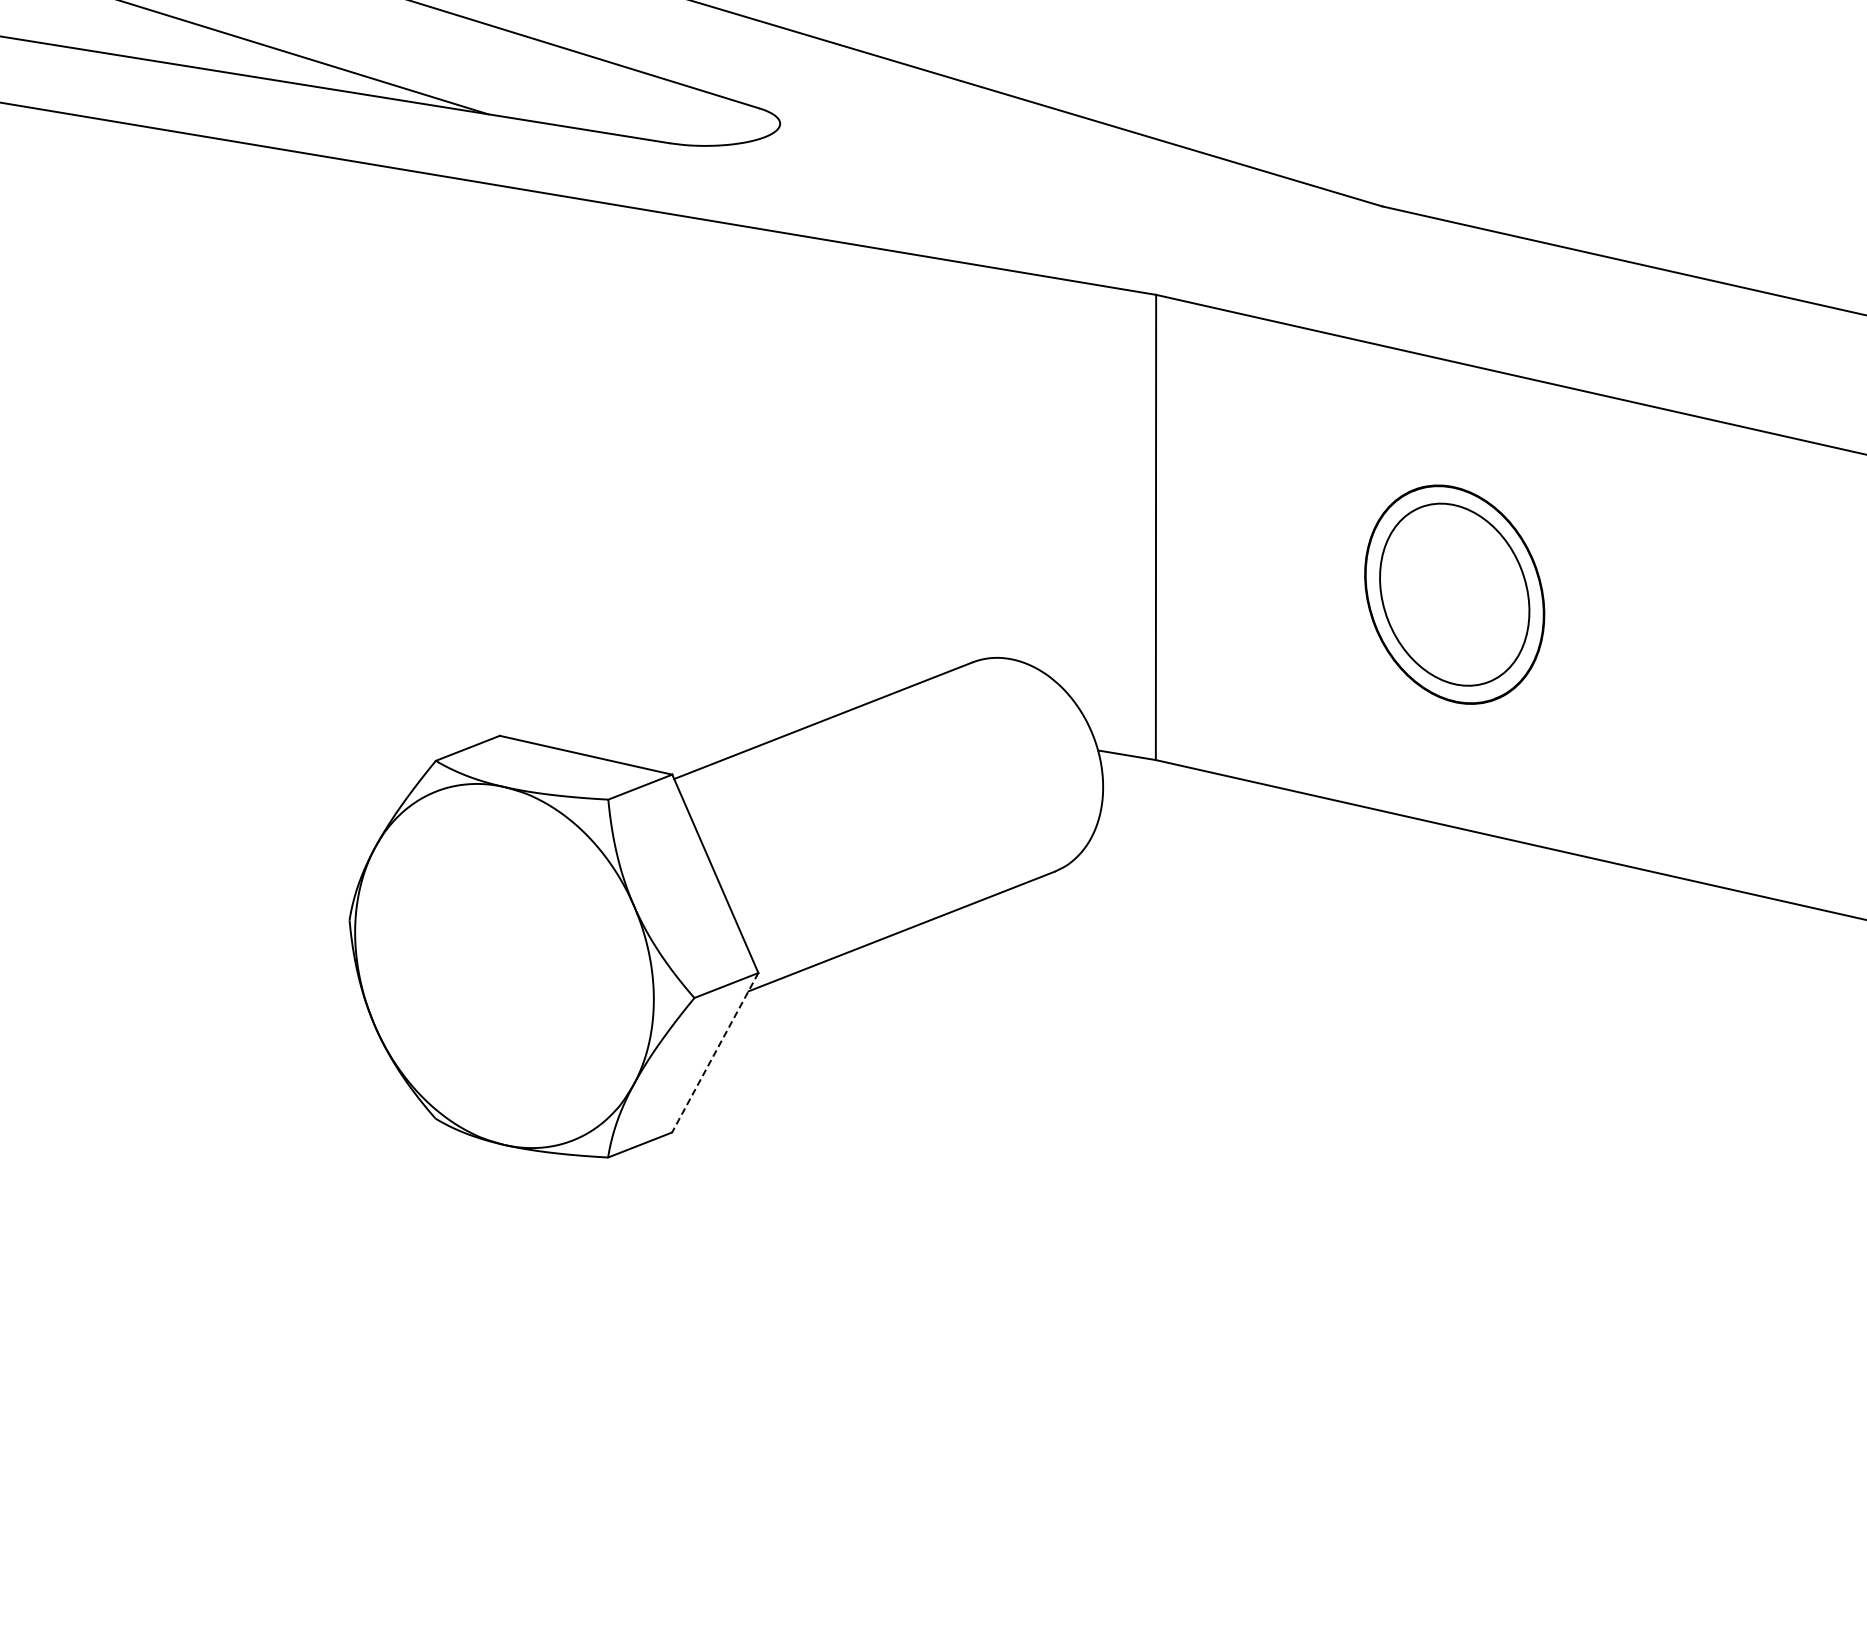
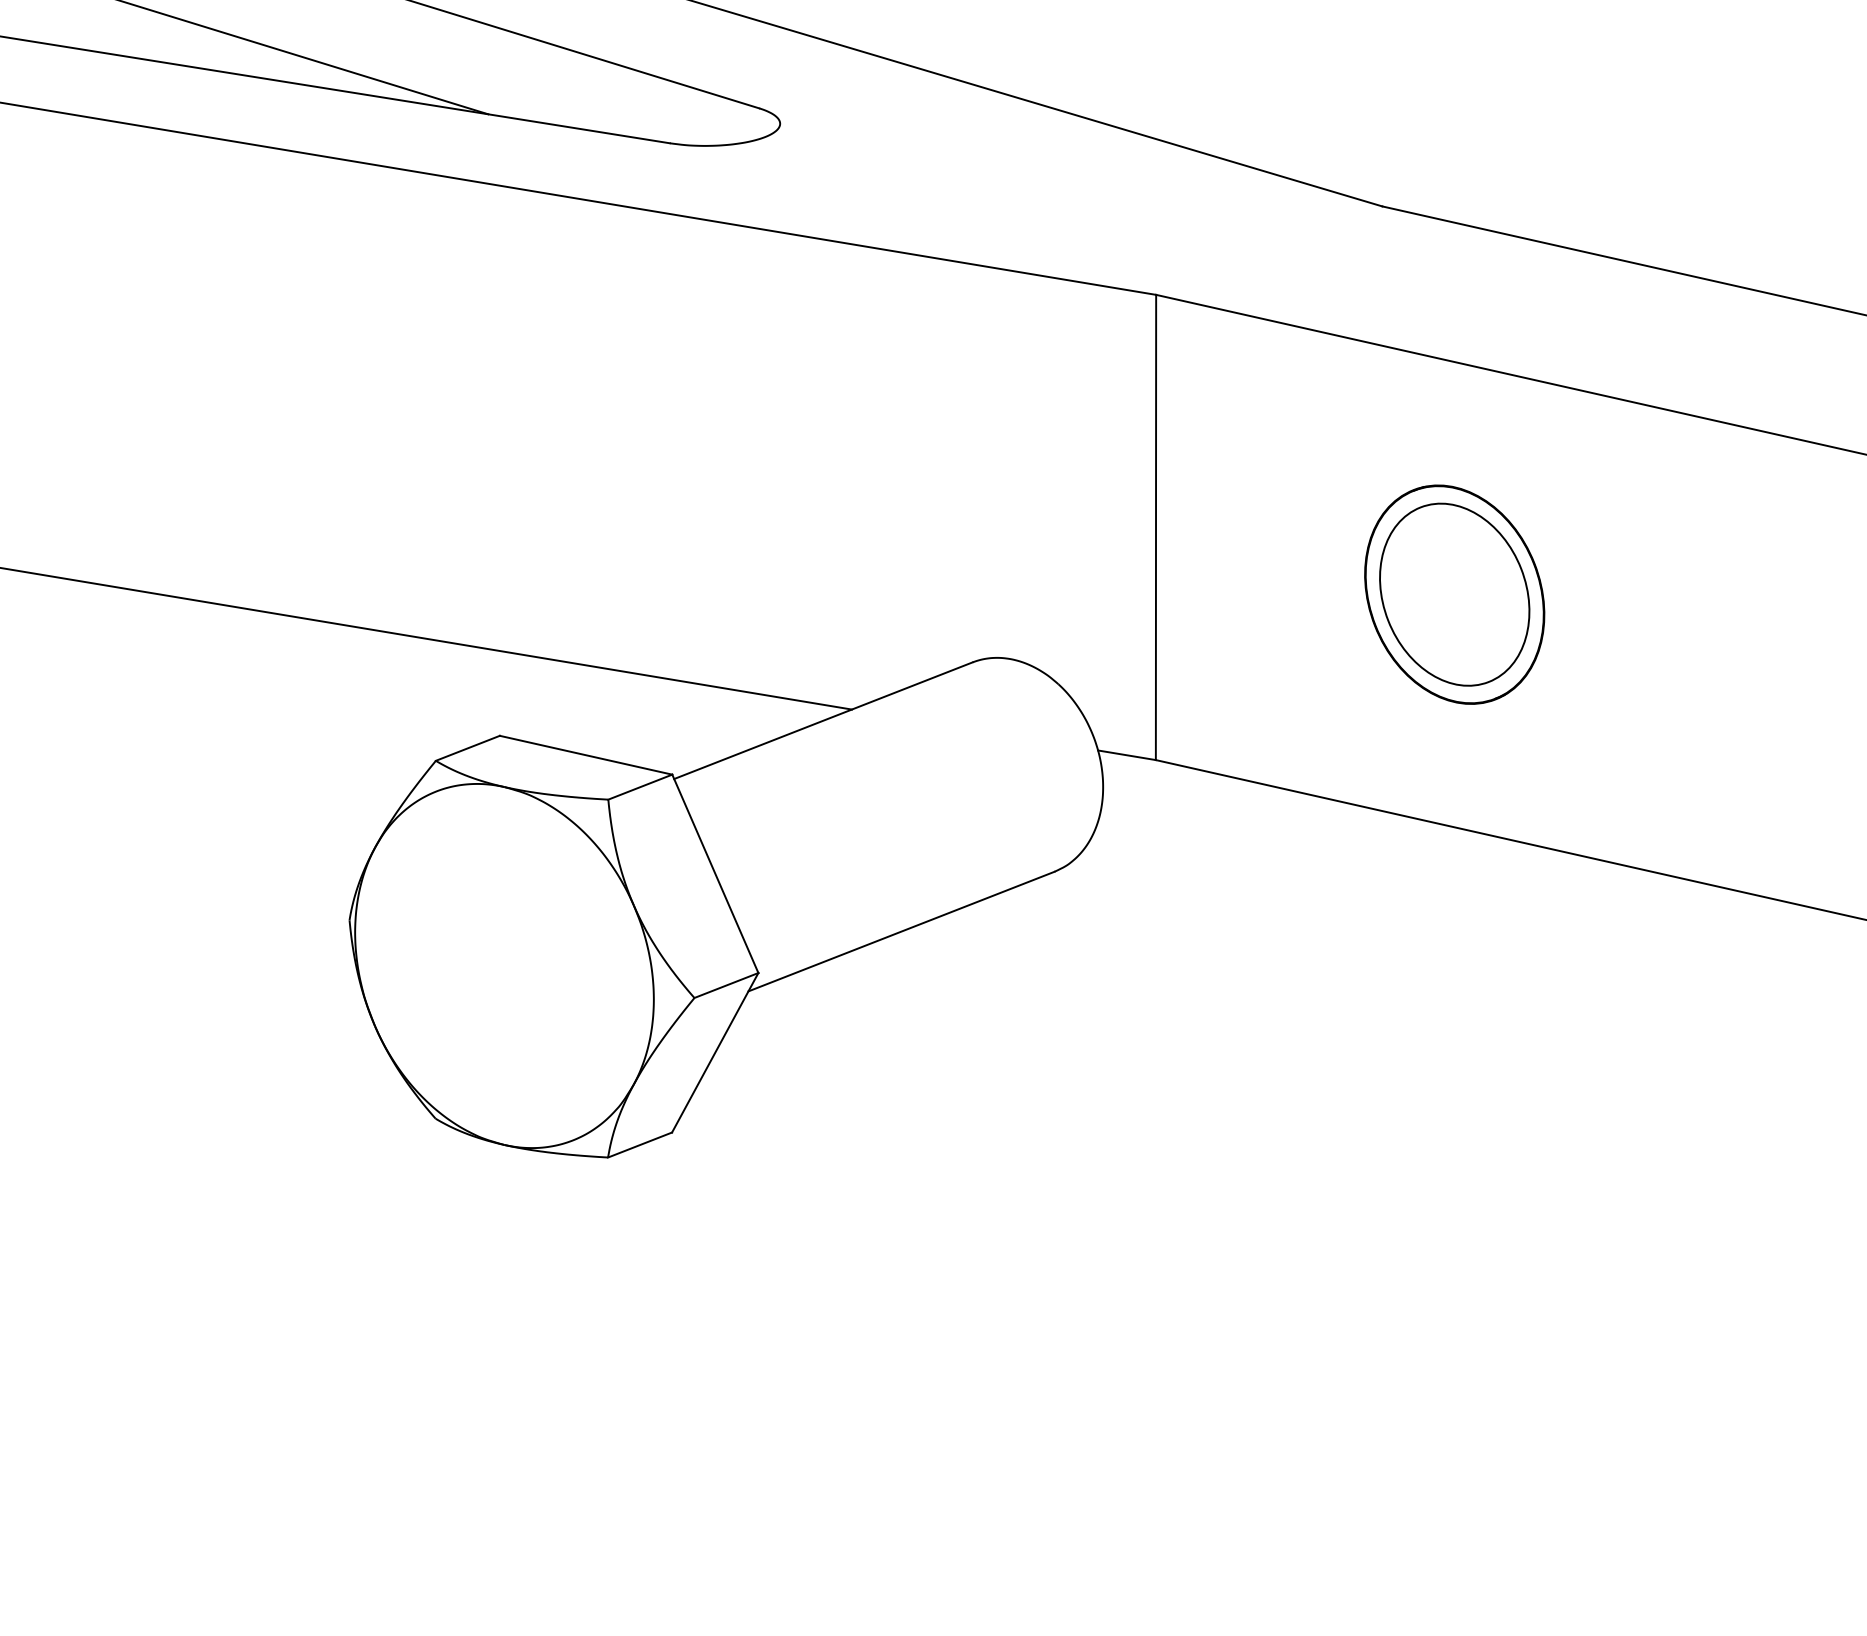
line at (426, 638): none -> present
line at (715, 1052): dashed -> solid
